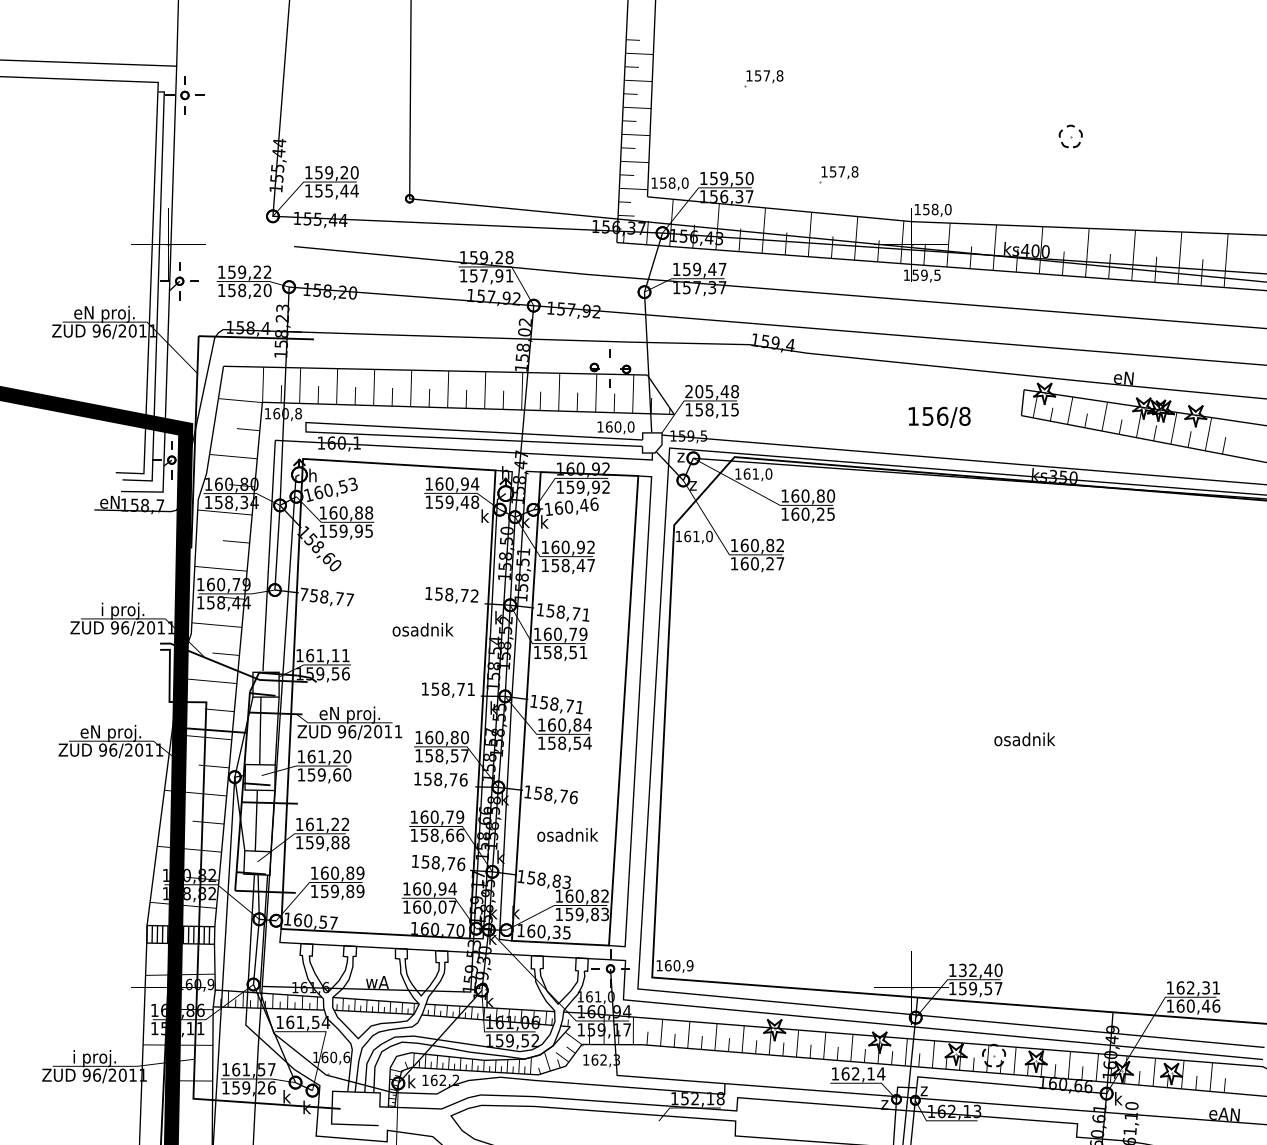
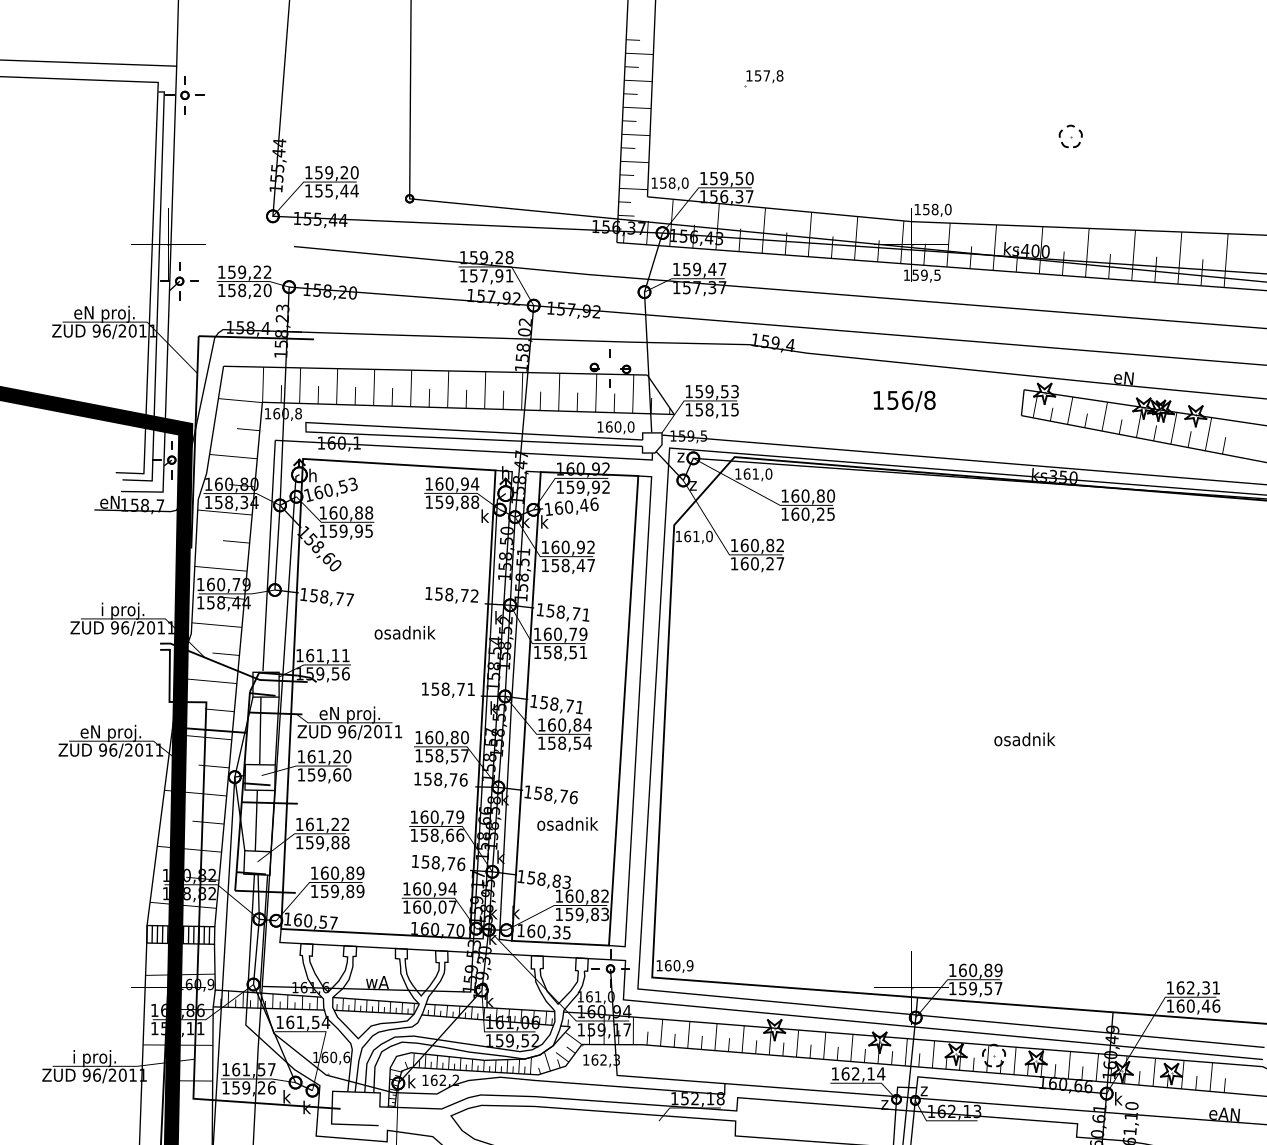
part at (838, 174): present -> none
text at (712, 391): 205,48 -> 159,53
text at (939, 416) position: (939, 416) -> (904, 400)
text at (464, 501): 159,48 -> 159,88
text at (304, 594): 758,77 -> 158,77
text at (422, 629) position: (422, 629) -> (404, 632)
text at (567, 834) position: (567, 834) -> (567, 823)
text at (980, 970): 132,40 -> 160,89
